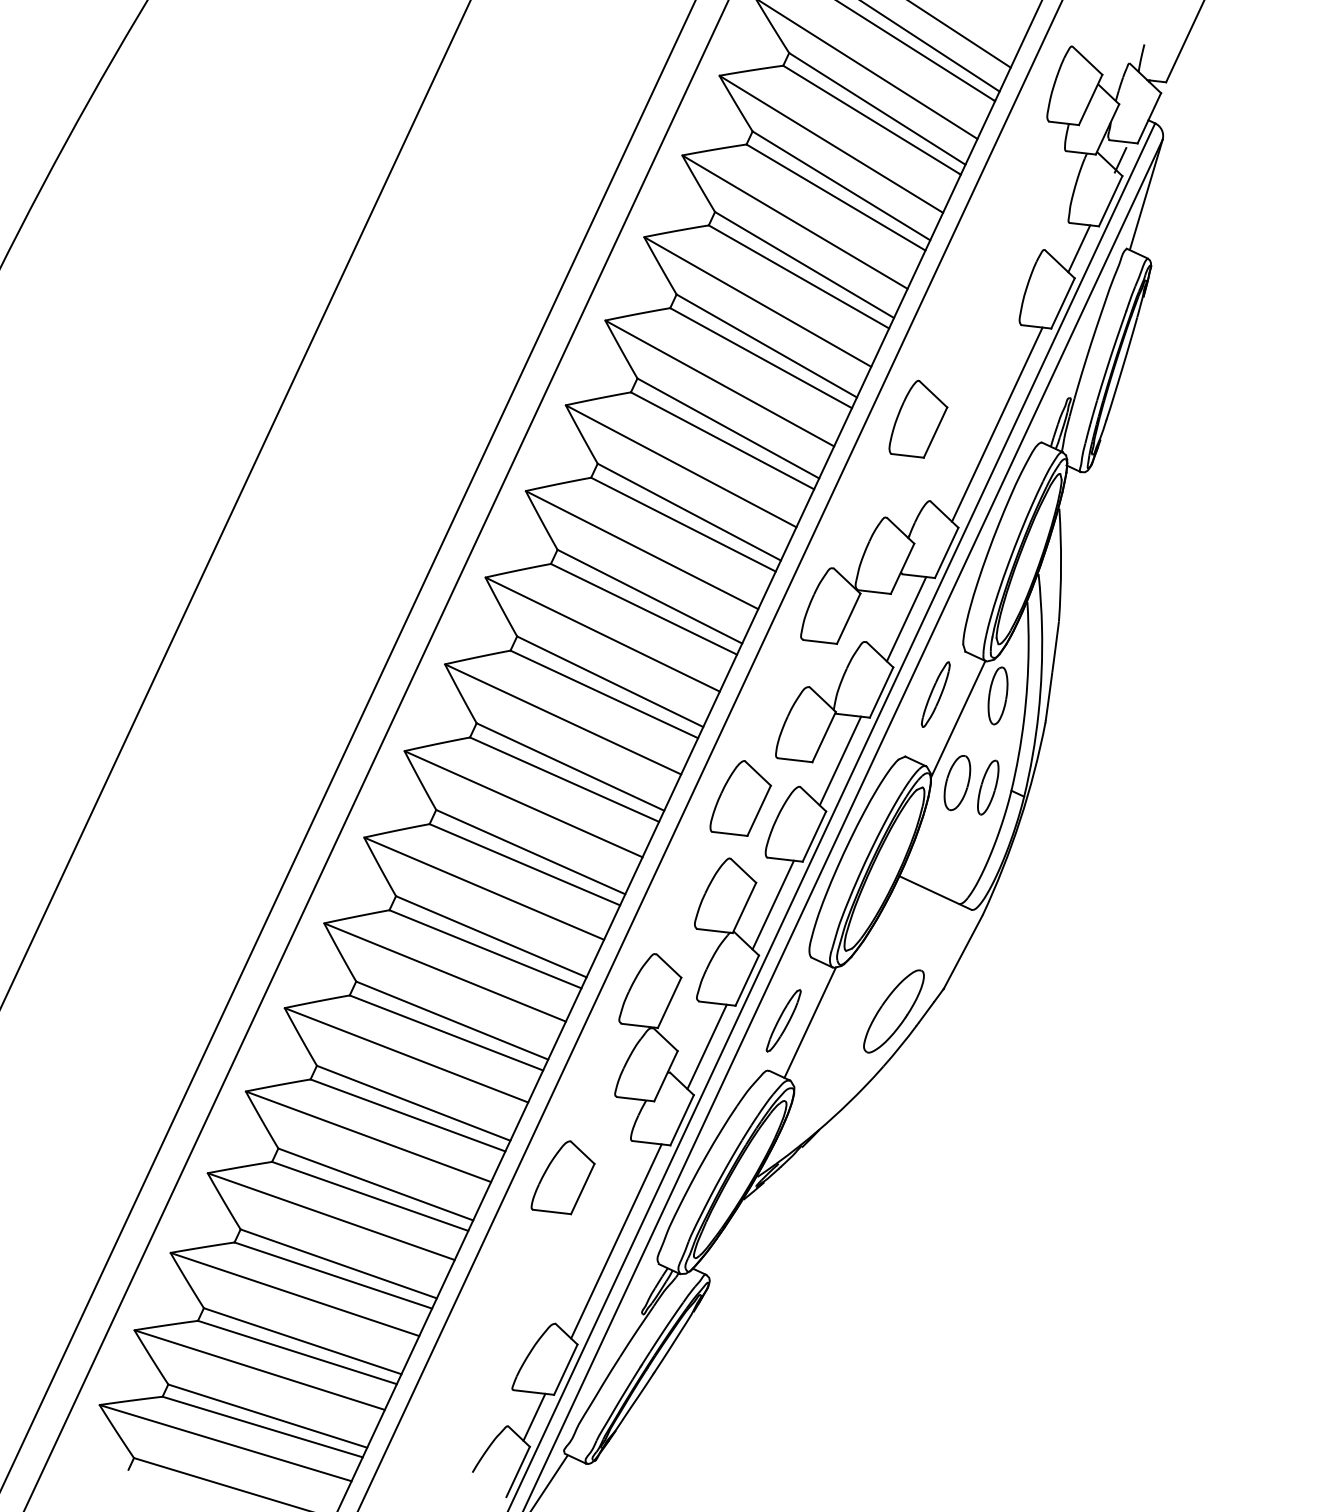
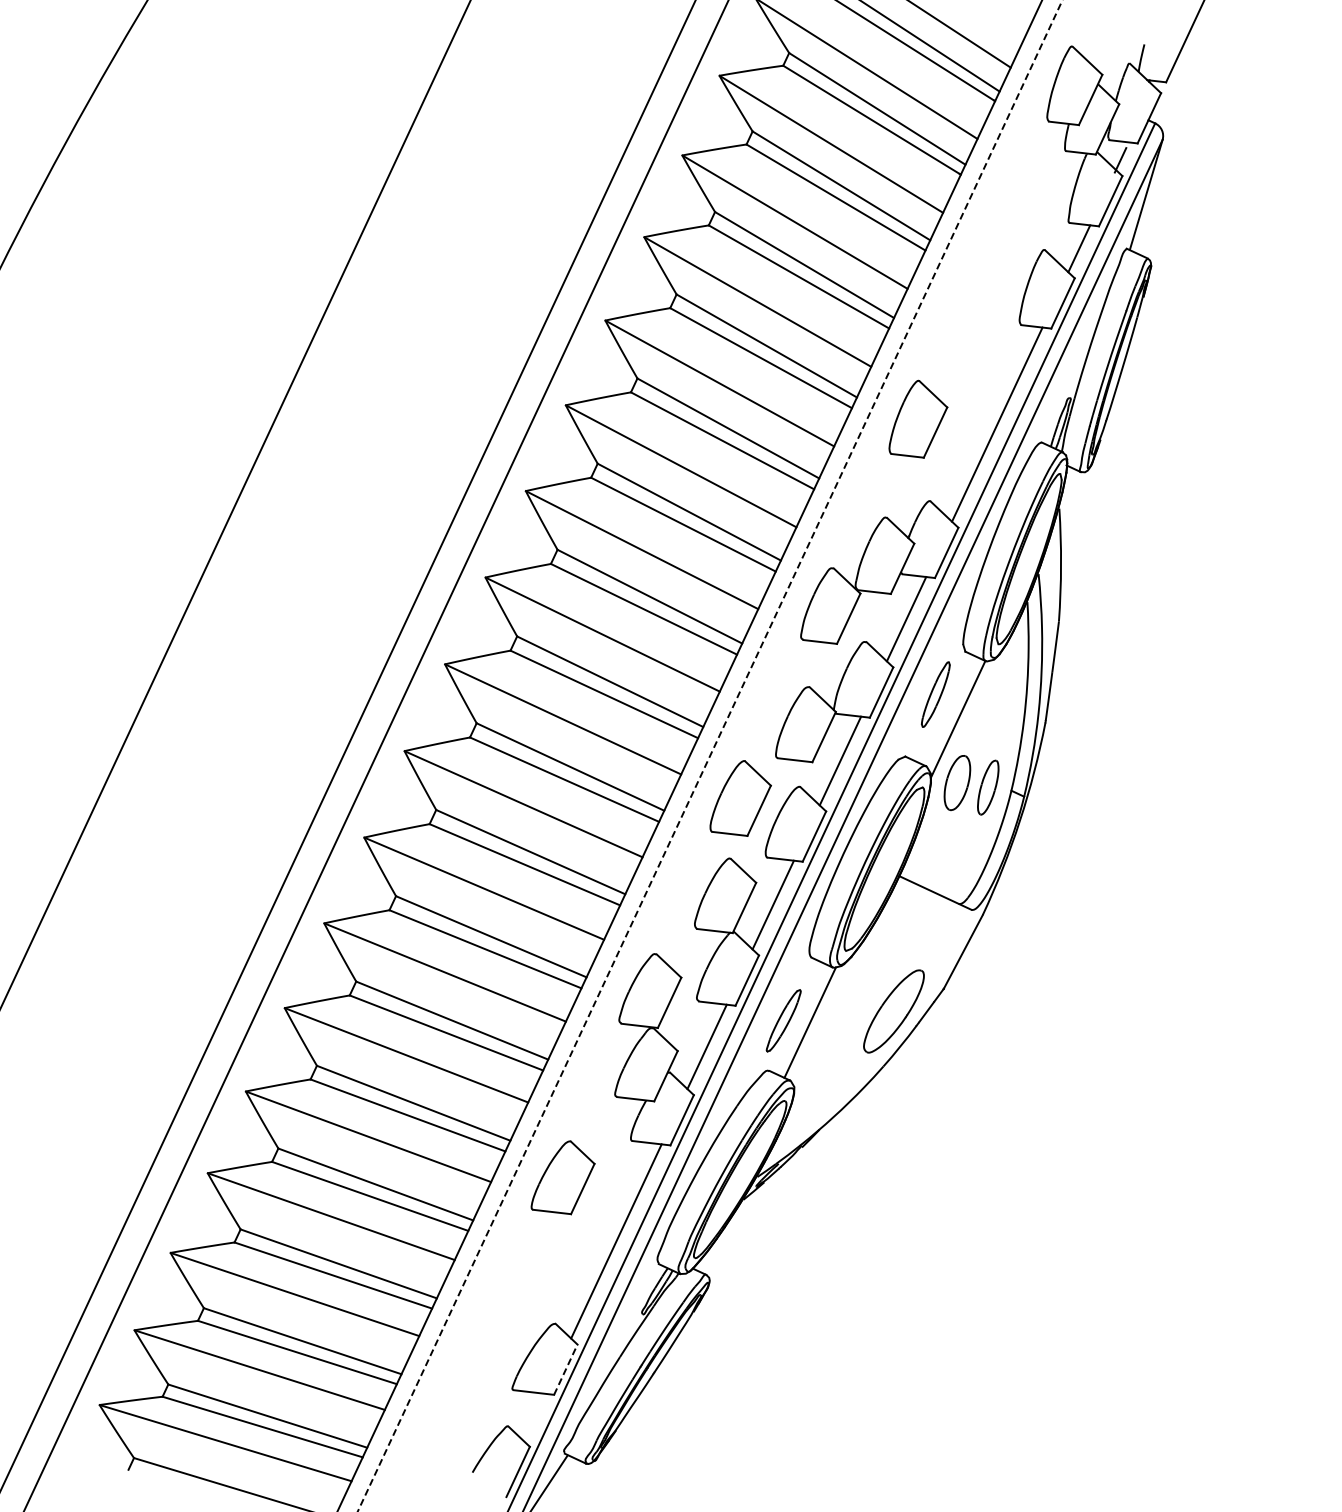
part at (997, 695): present -> none
line at (710, 755): solid -> dashed
line at (565, 1369): solid -> dashed
line at (534, 1416): present -> none
